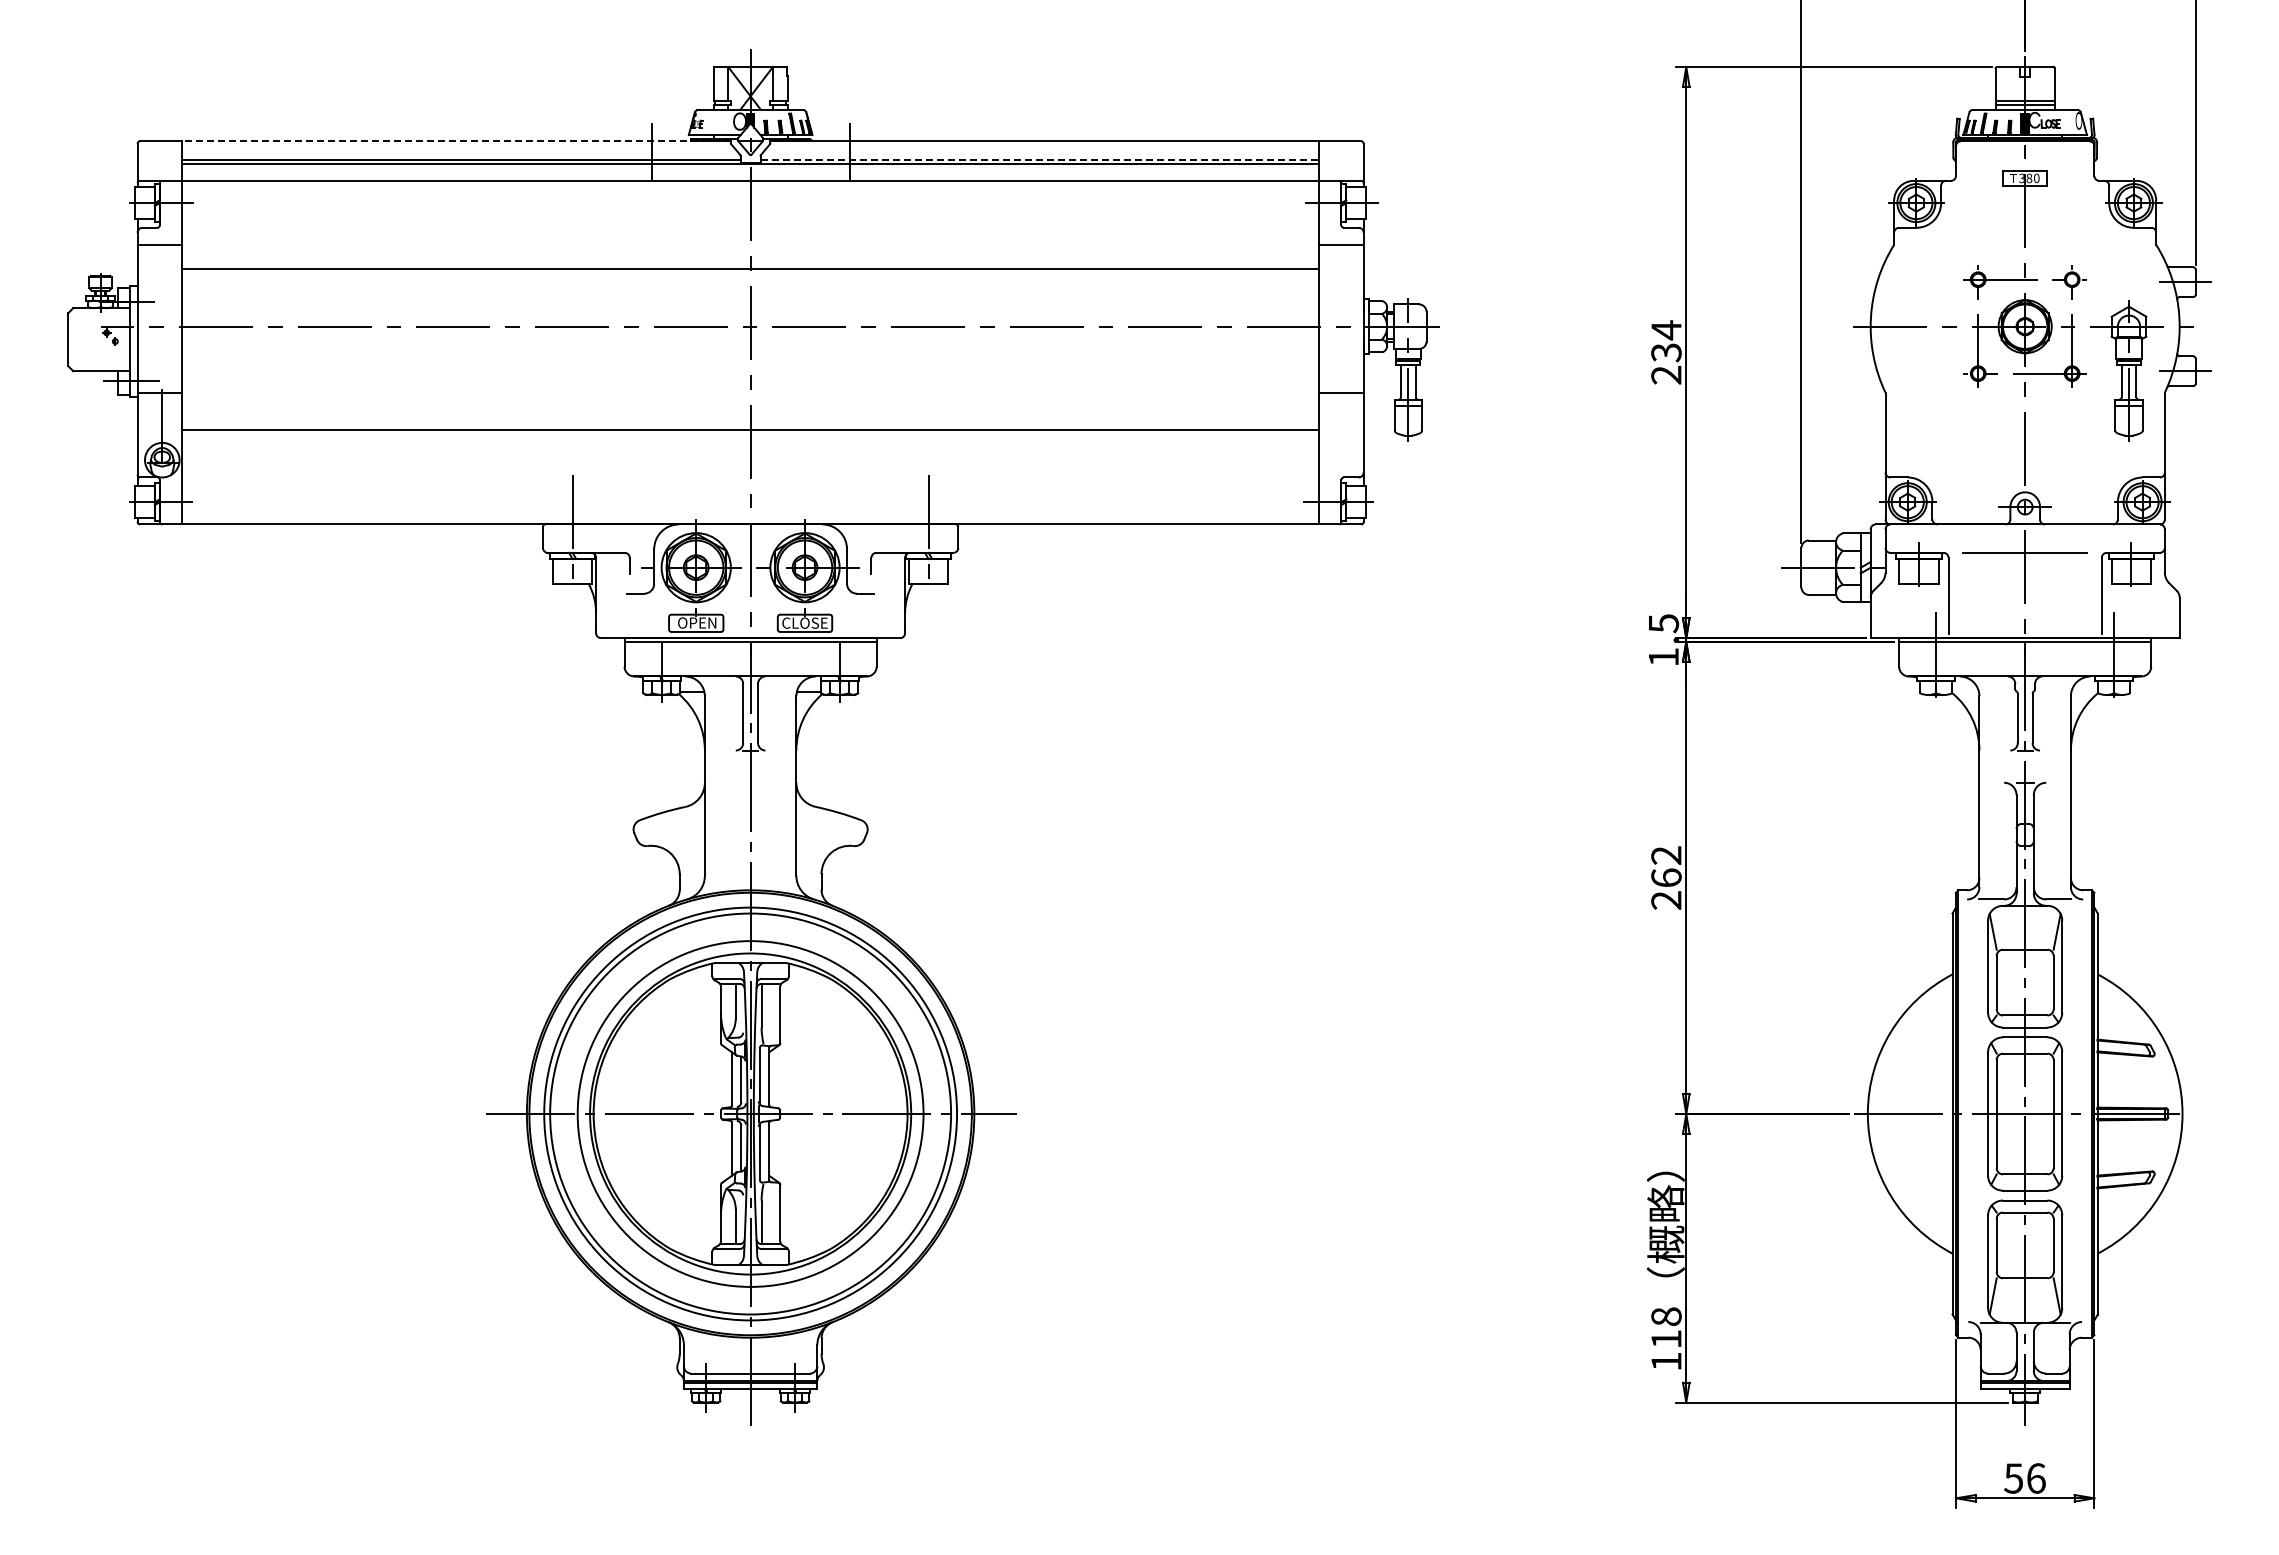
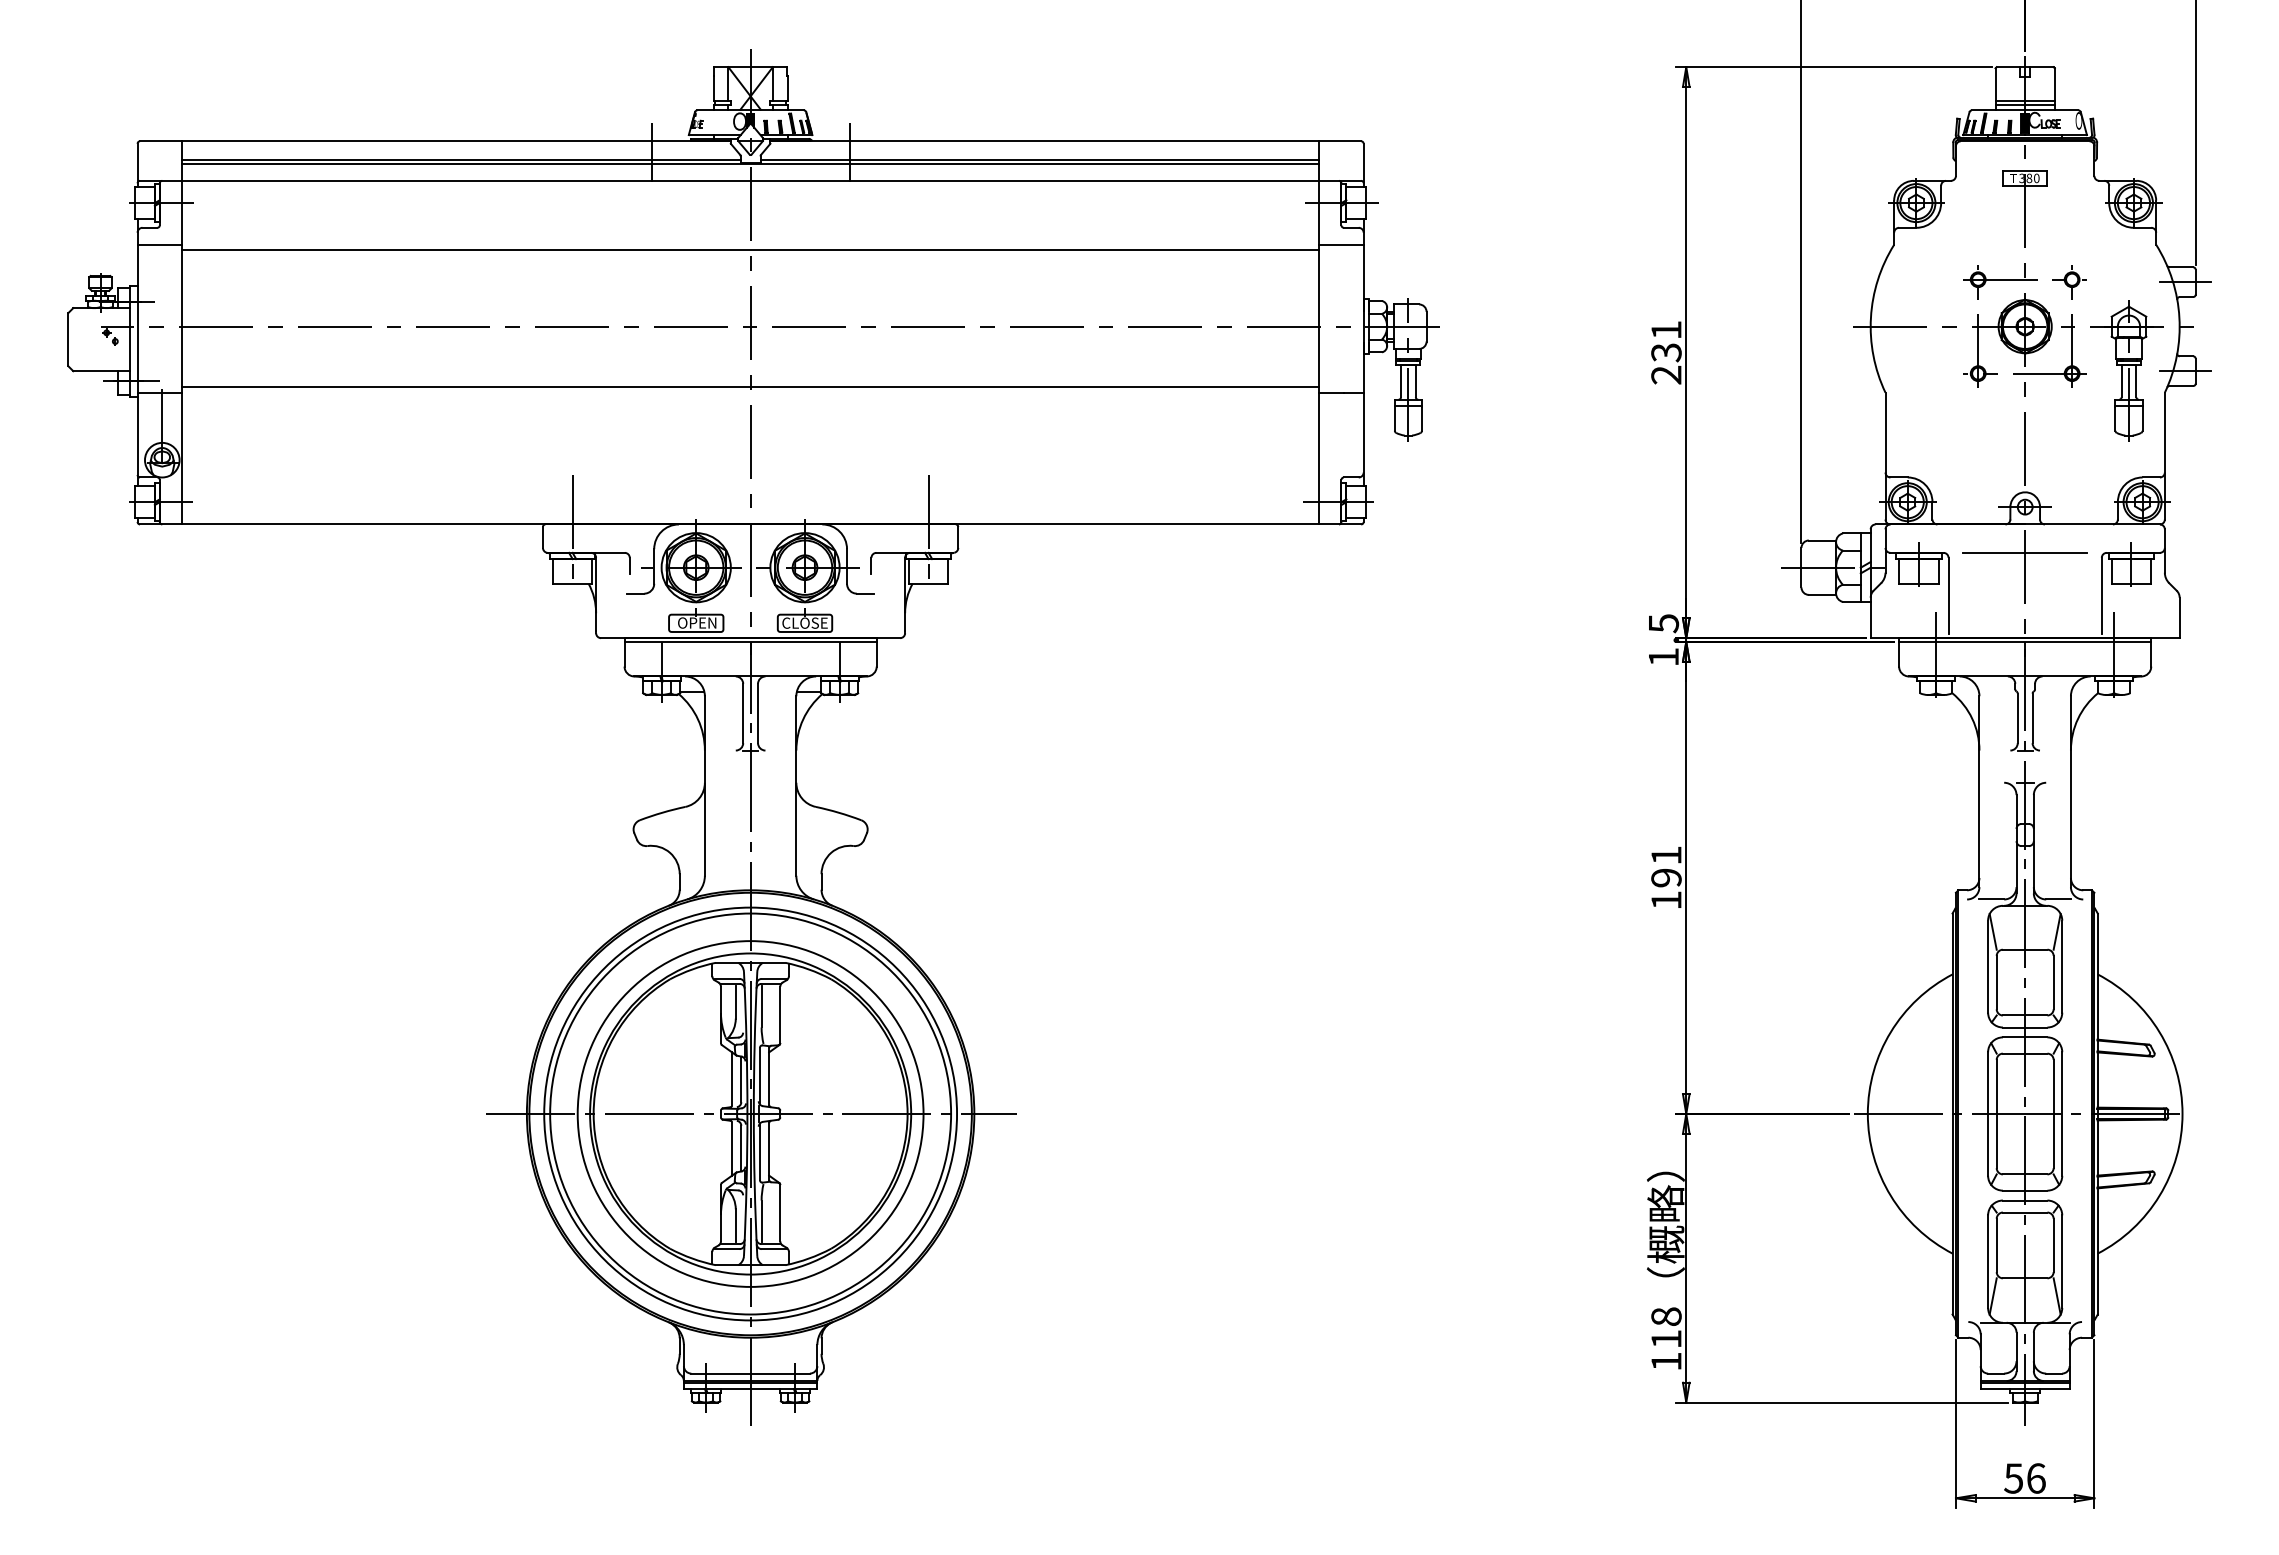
line at (455, 141): dashed -> solid
line at (1040, 159): dashed -> solid
line at (750, 268) position: (750, 268) -> (750, 249)
text at (1666, 330): 234 -> 231
line at (750, 429) position: (750, 429) -> (750, 386)
text at (1666, 877): 262 -> 191
